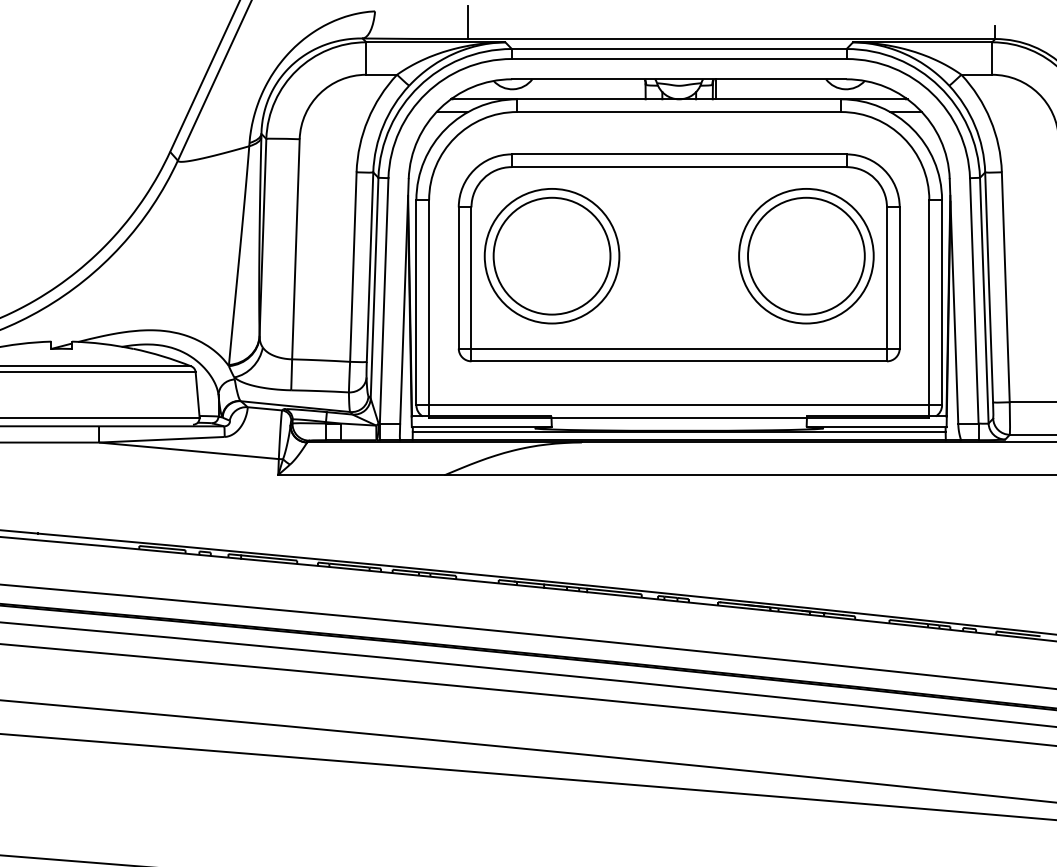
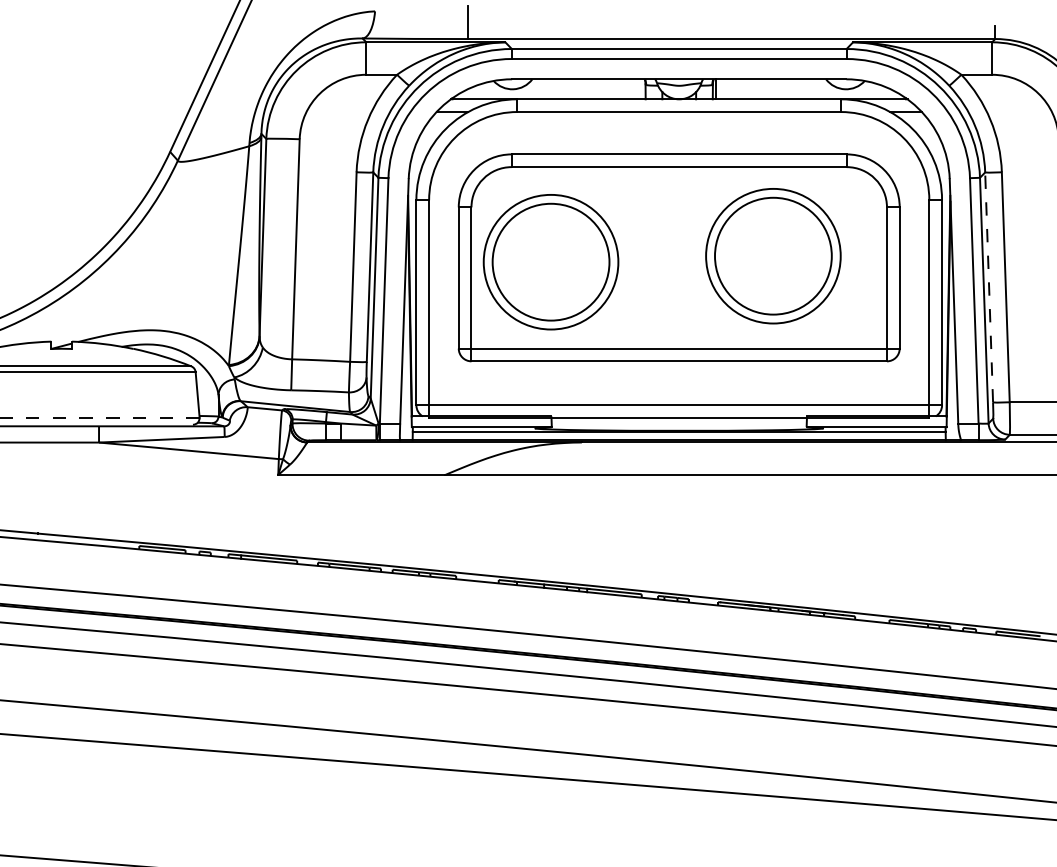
part at (551, 256) position: (551, 256) -> (550, 262)
part at (806, 256) position: (806, 256) -> (773, 256)
line at (989, 286): solid -> dashed
line at (99, 417): solid -> dashed
